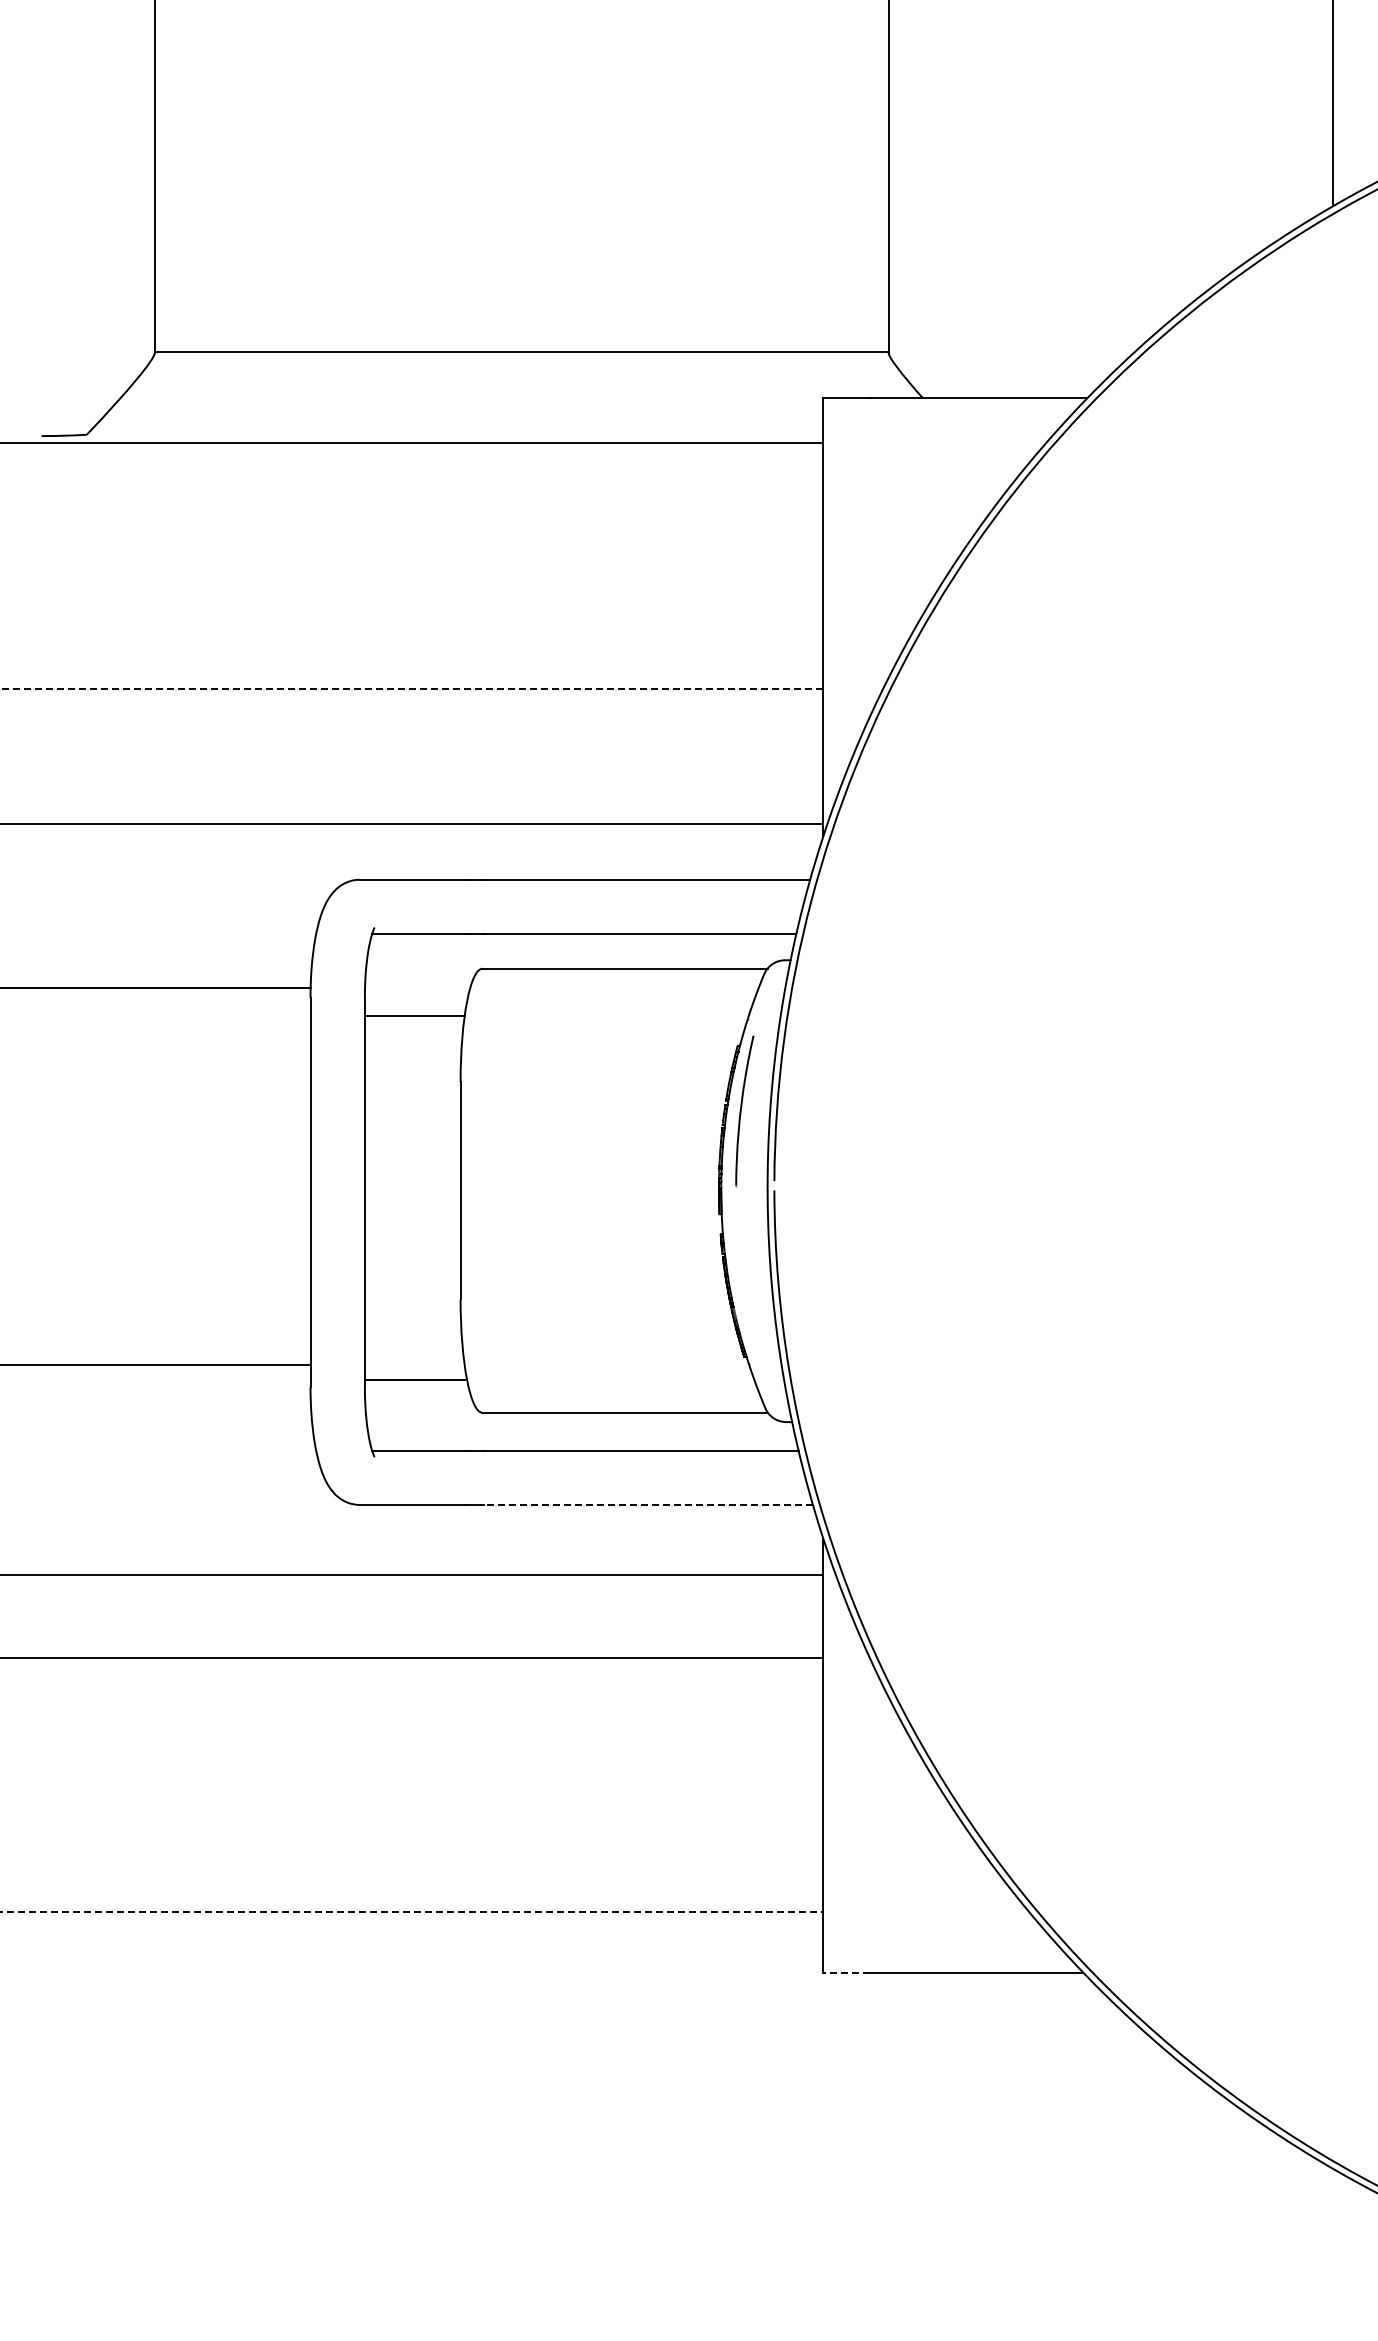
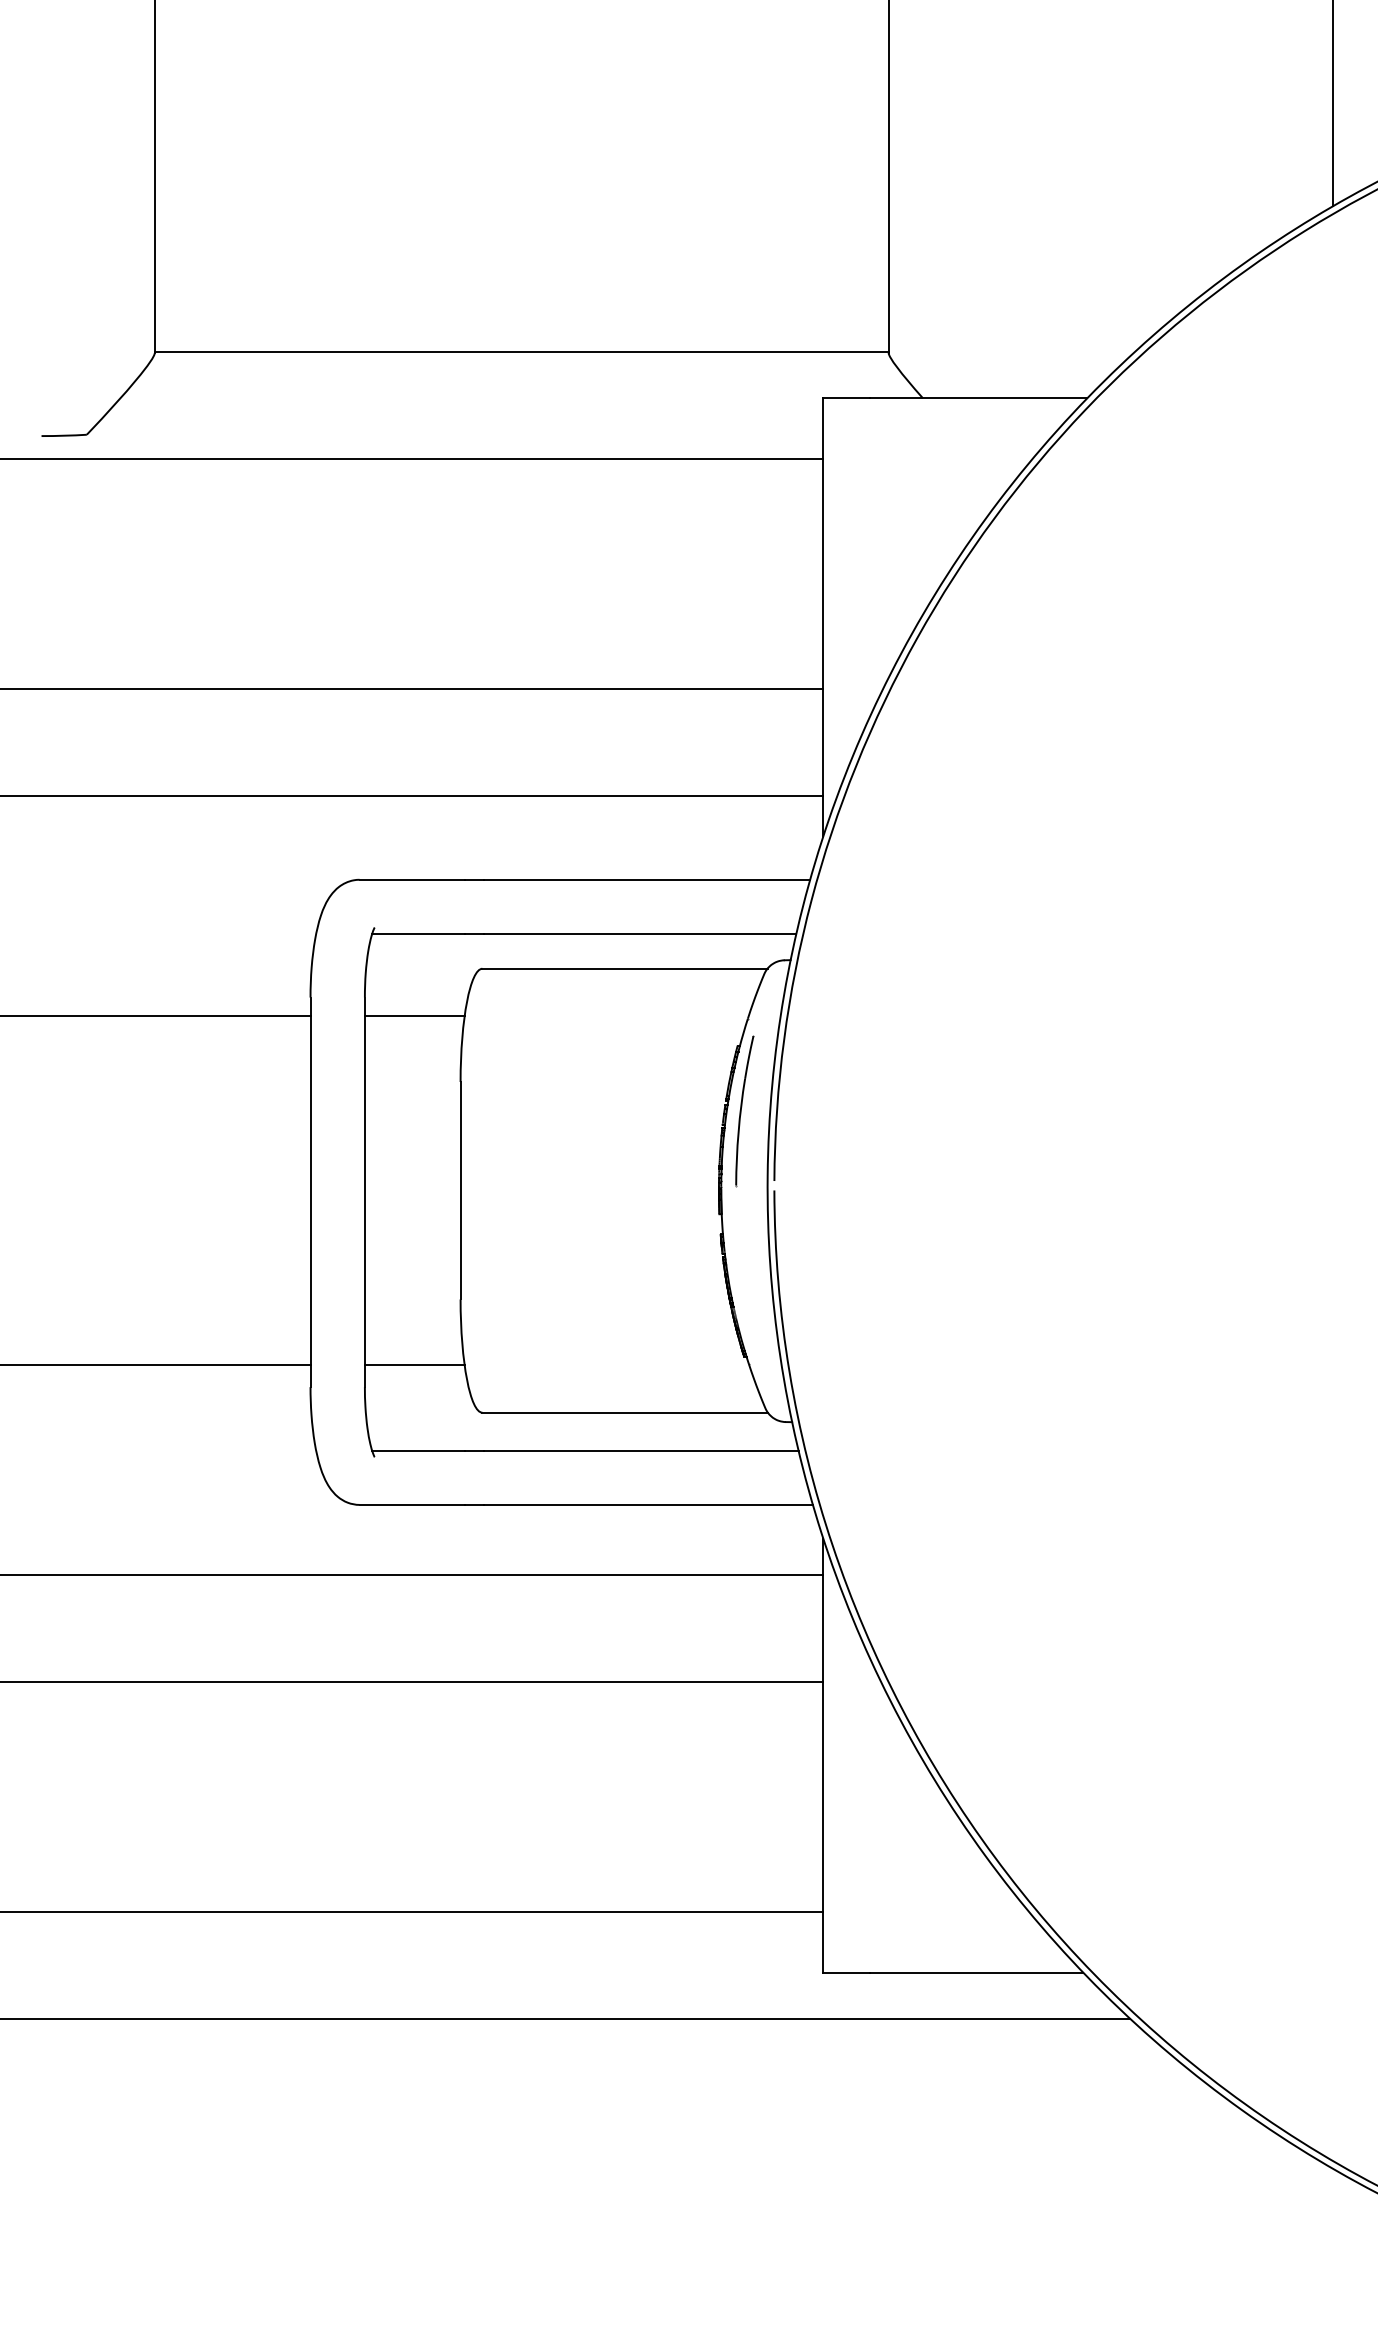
line at (412, 442) position: (412, 442) -> (412, 458)
line at (411, 688): dashed -> solid
line at (412, 823) position: (412, 823) -> (412, 795)
line at (156, 988) position: (156, 988) -> (156, 1016)
line at (414, 1380) position: (414, 1380) -> (414, 1365)
line at (648, 1504): dashed -> solid
line at (412, 1657) position: (412, 1657) -> (412, 1681)
line at (412, 1912): dashed -> solid
line at (846, 1972): dashed -> solid
line at (566, 2018): none -> present
